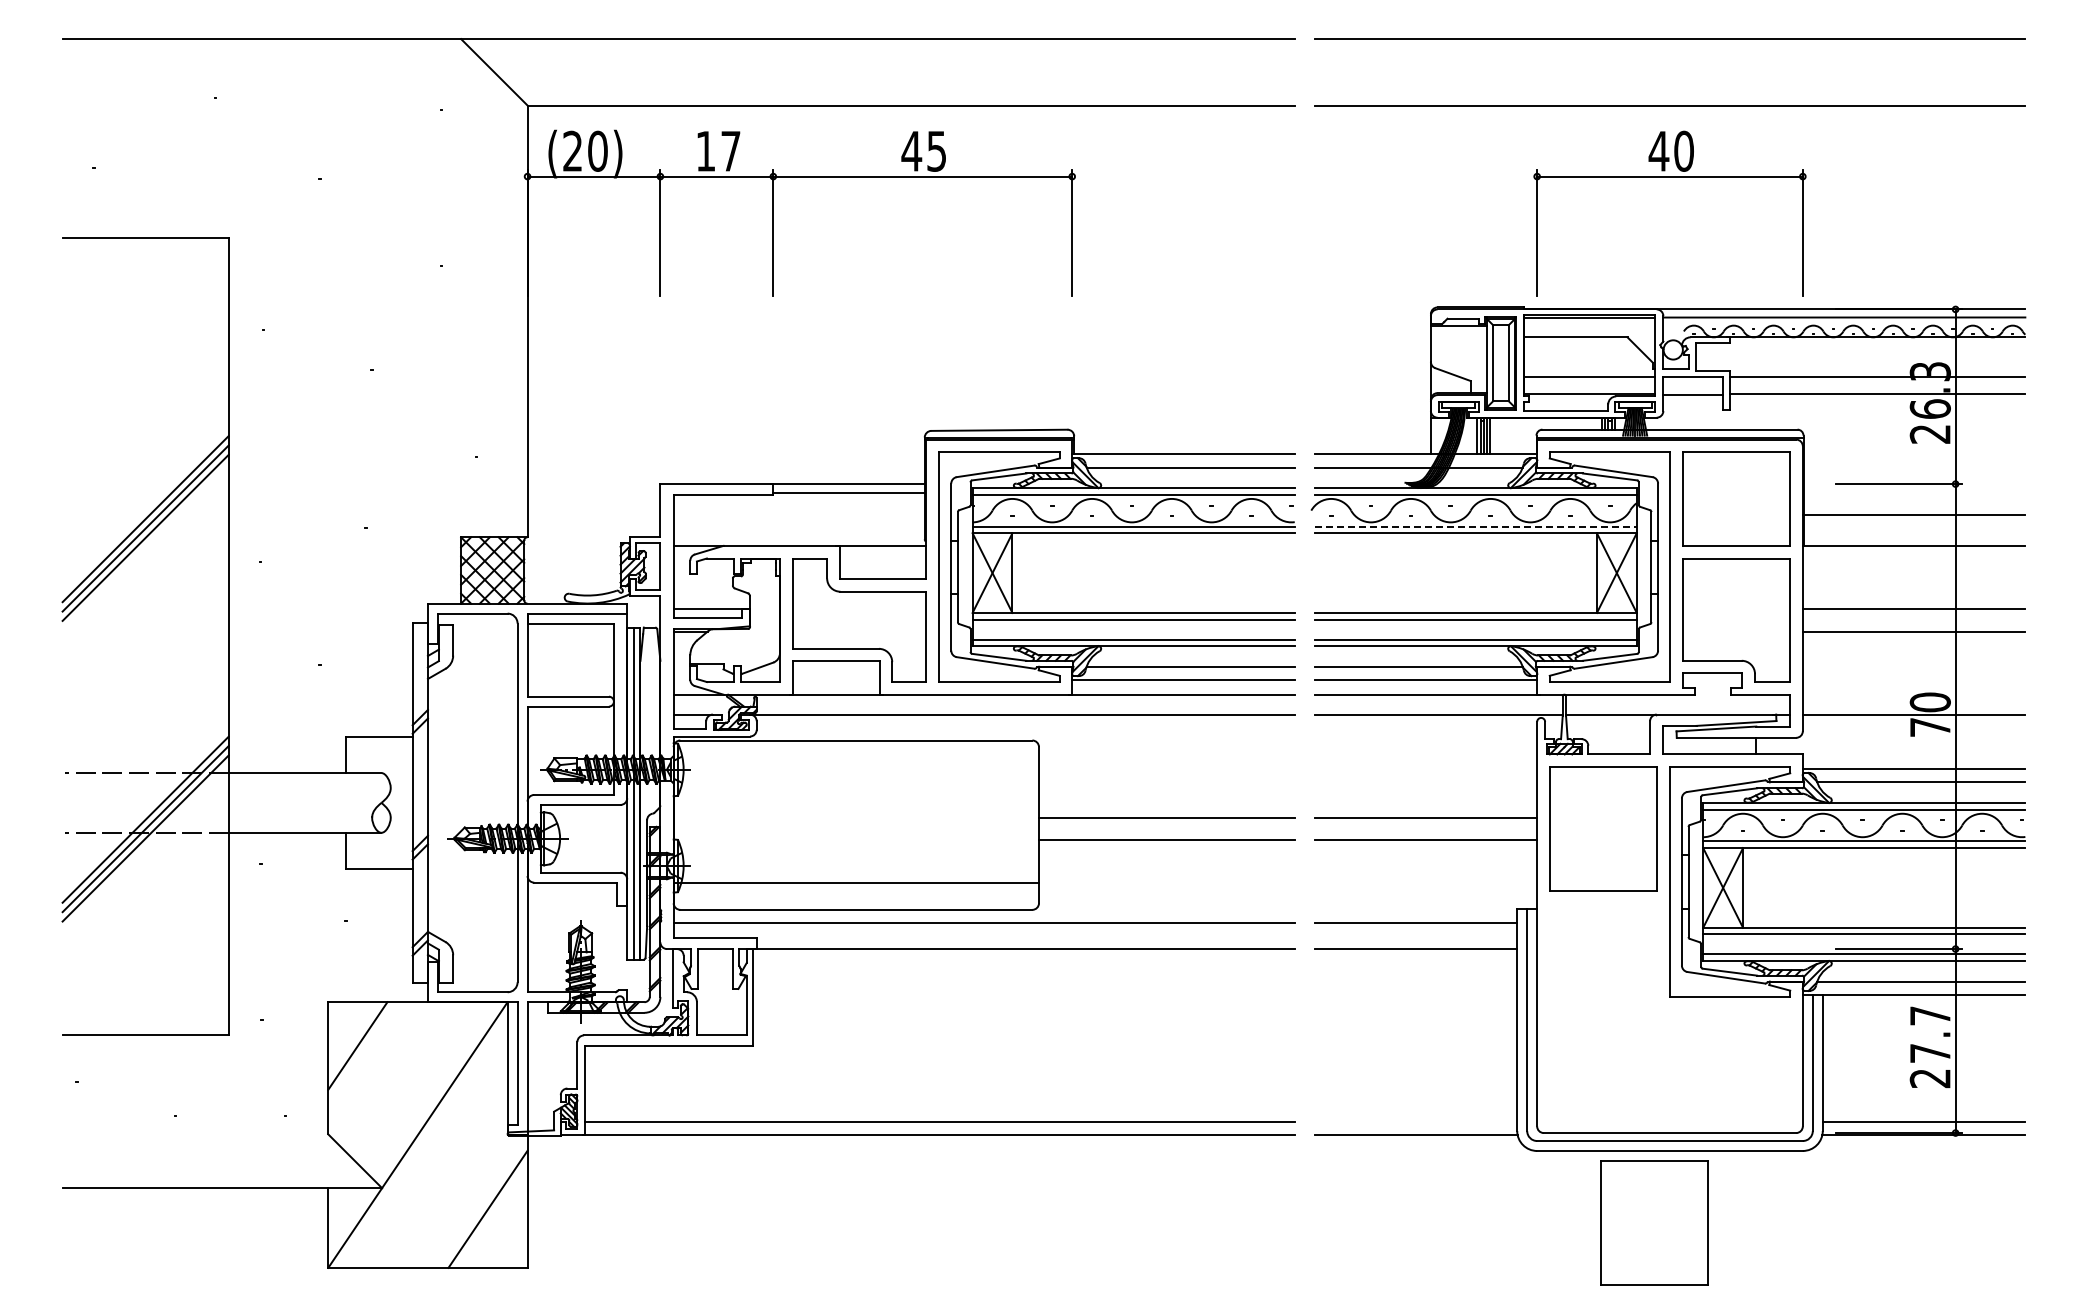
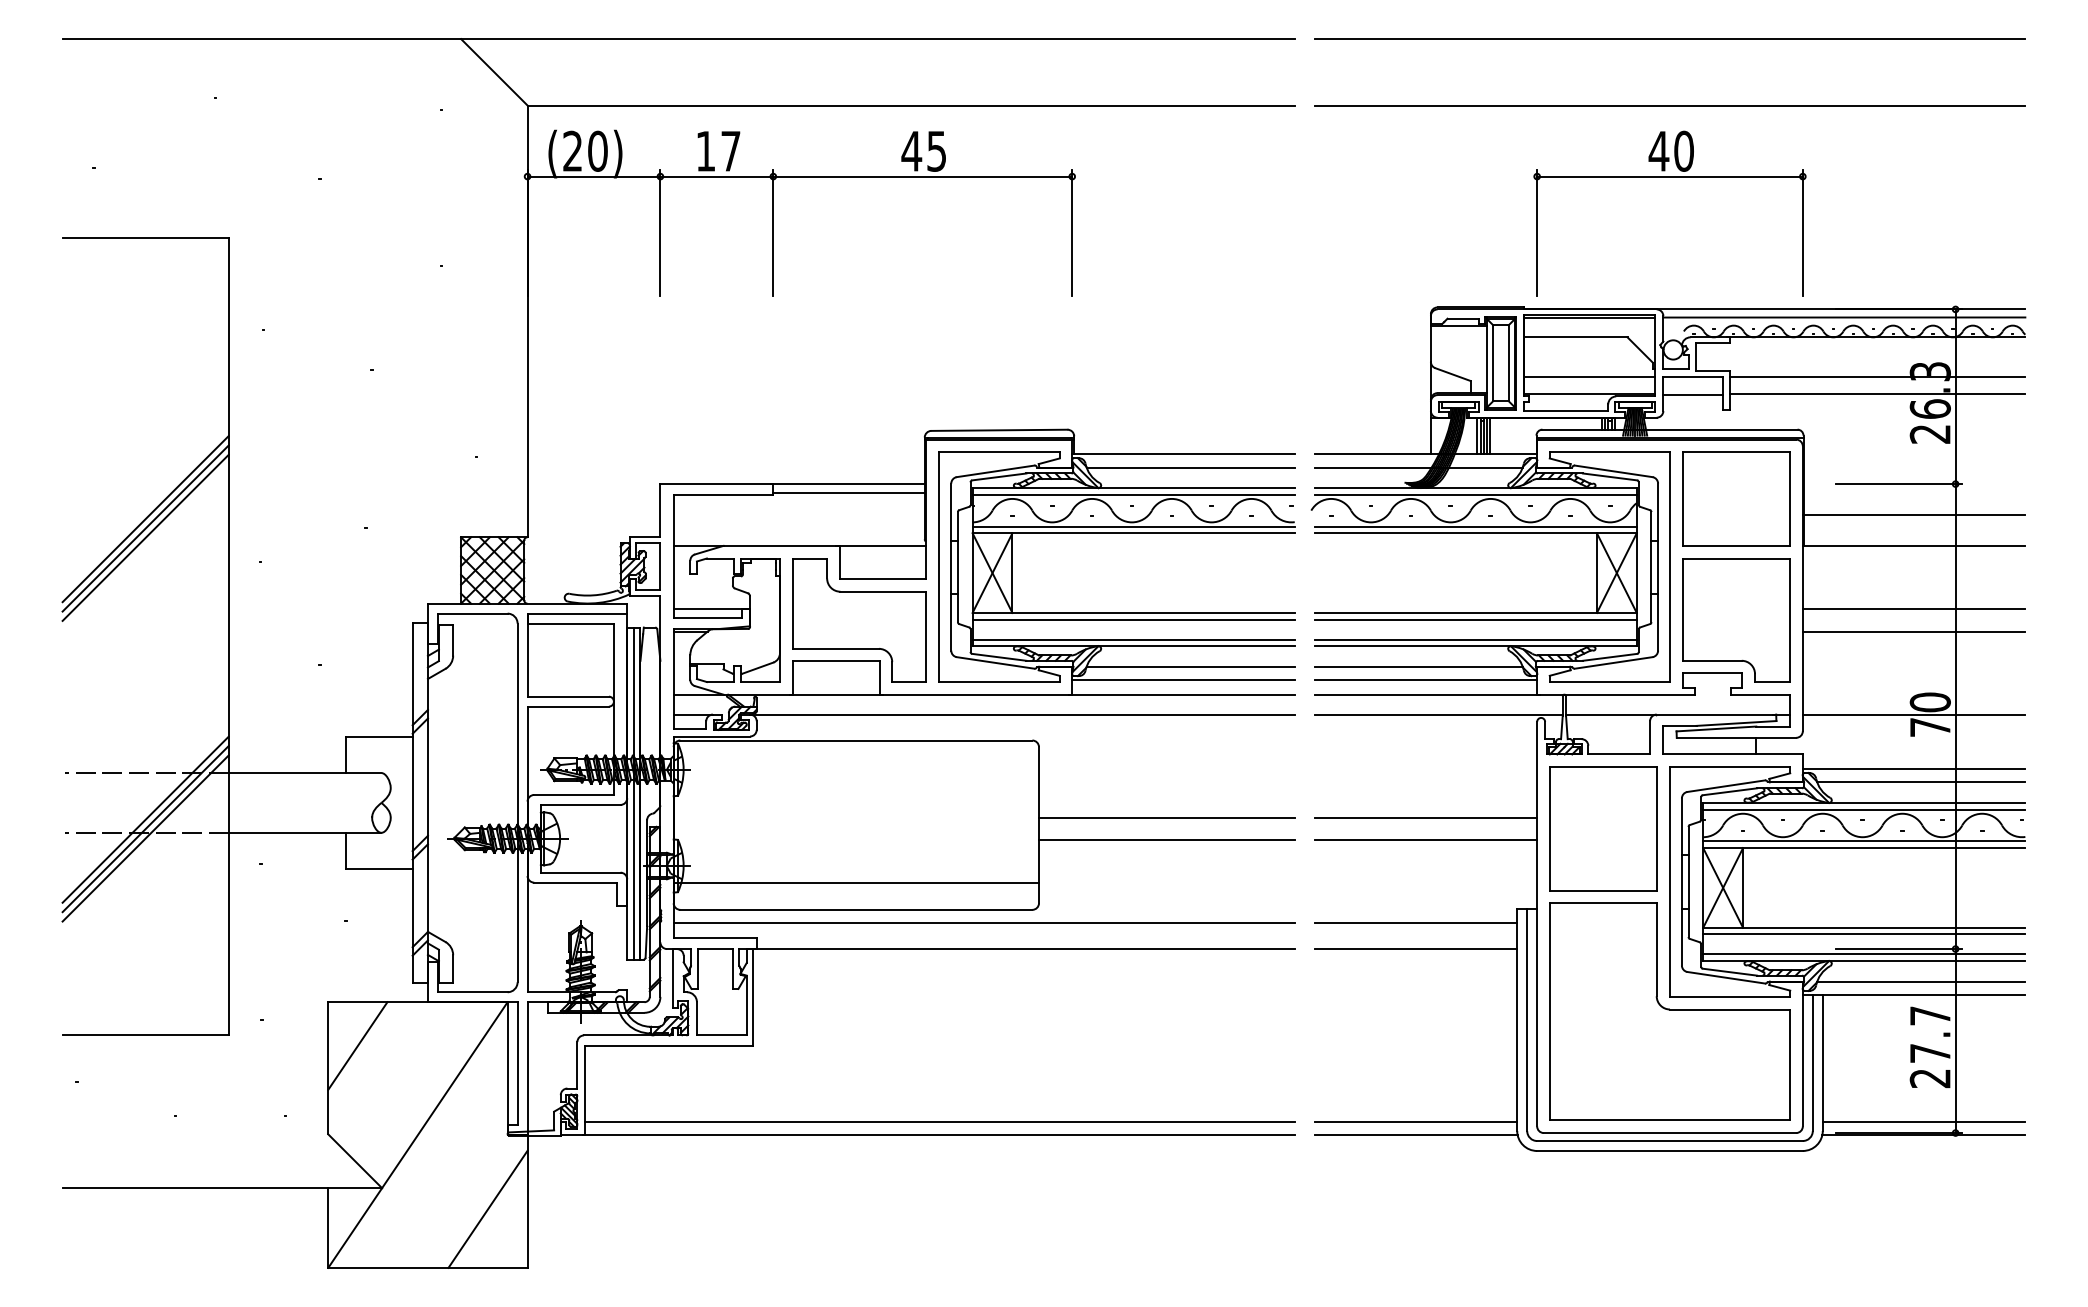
line at (1476, 526): dashed -> solid
part at (1669, 1011): none -> present
line at (1415, 1121): none -> present
part at (1654, 1222): present -> none
